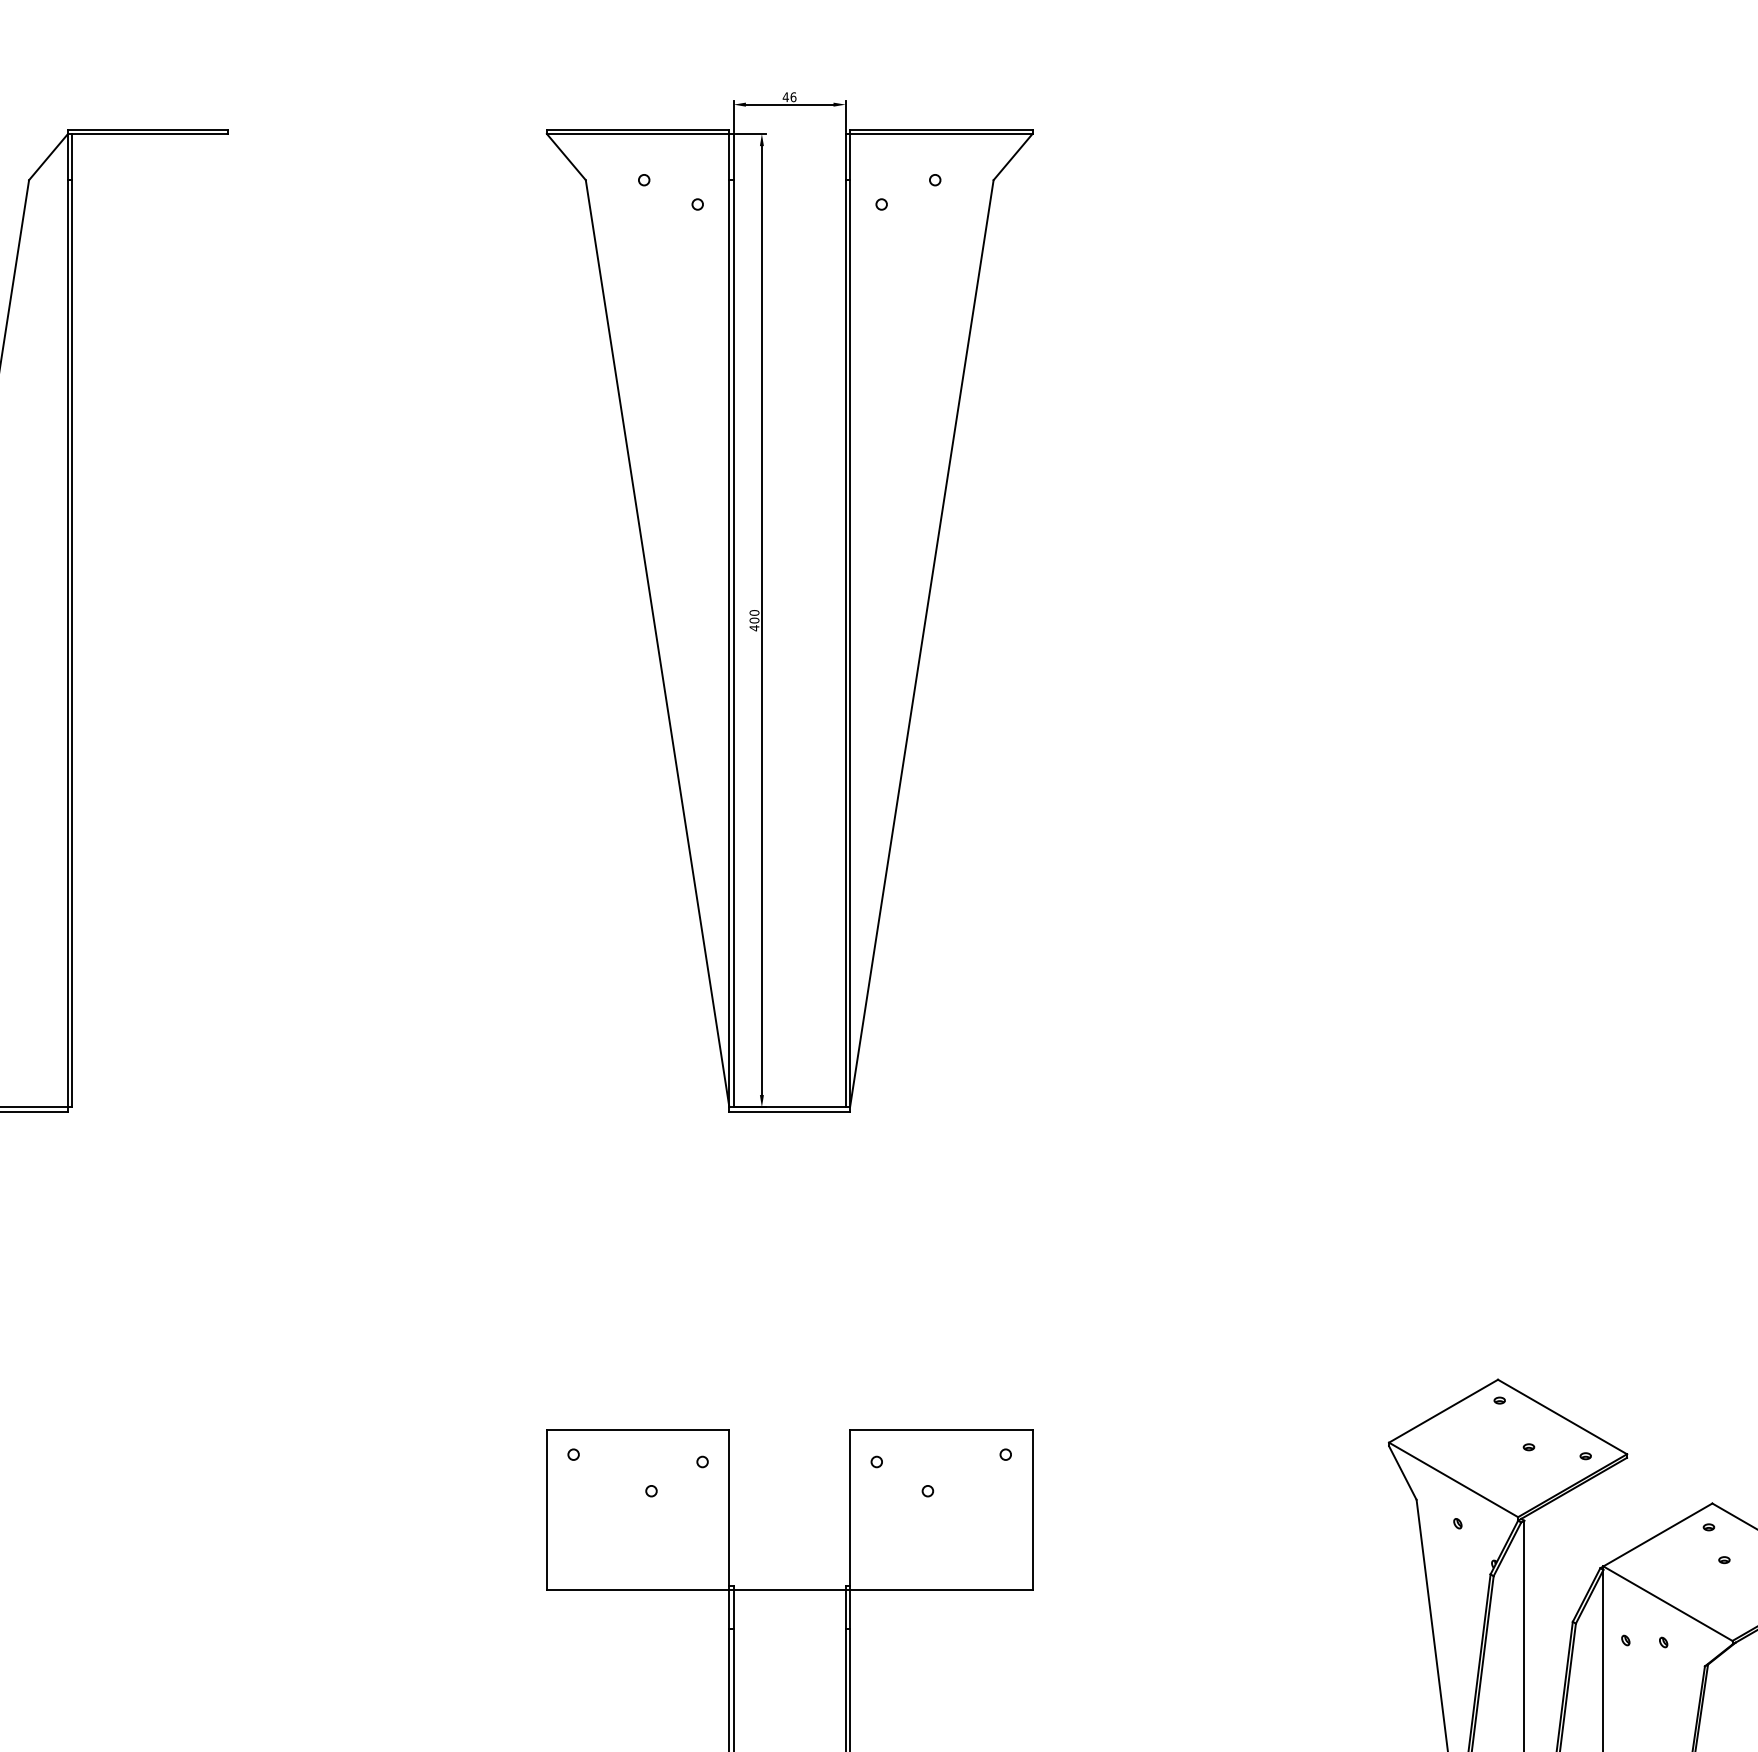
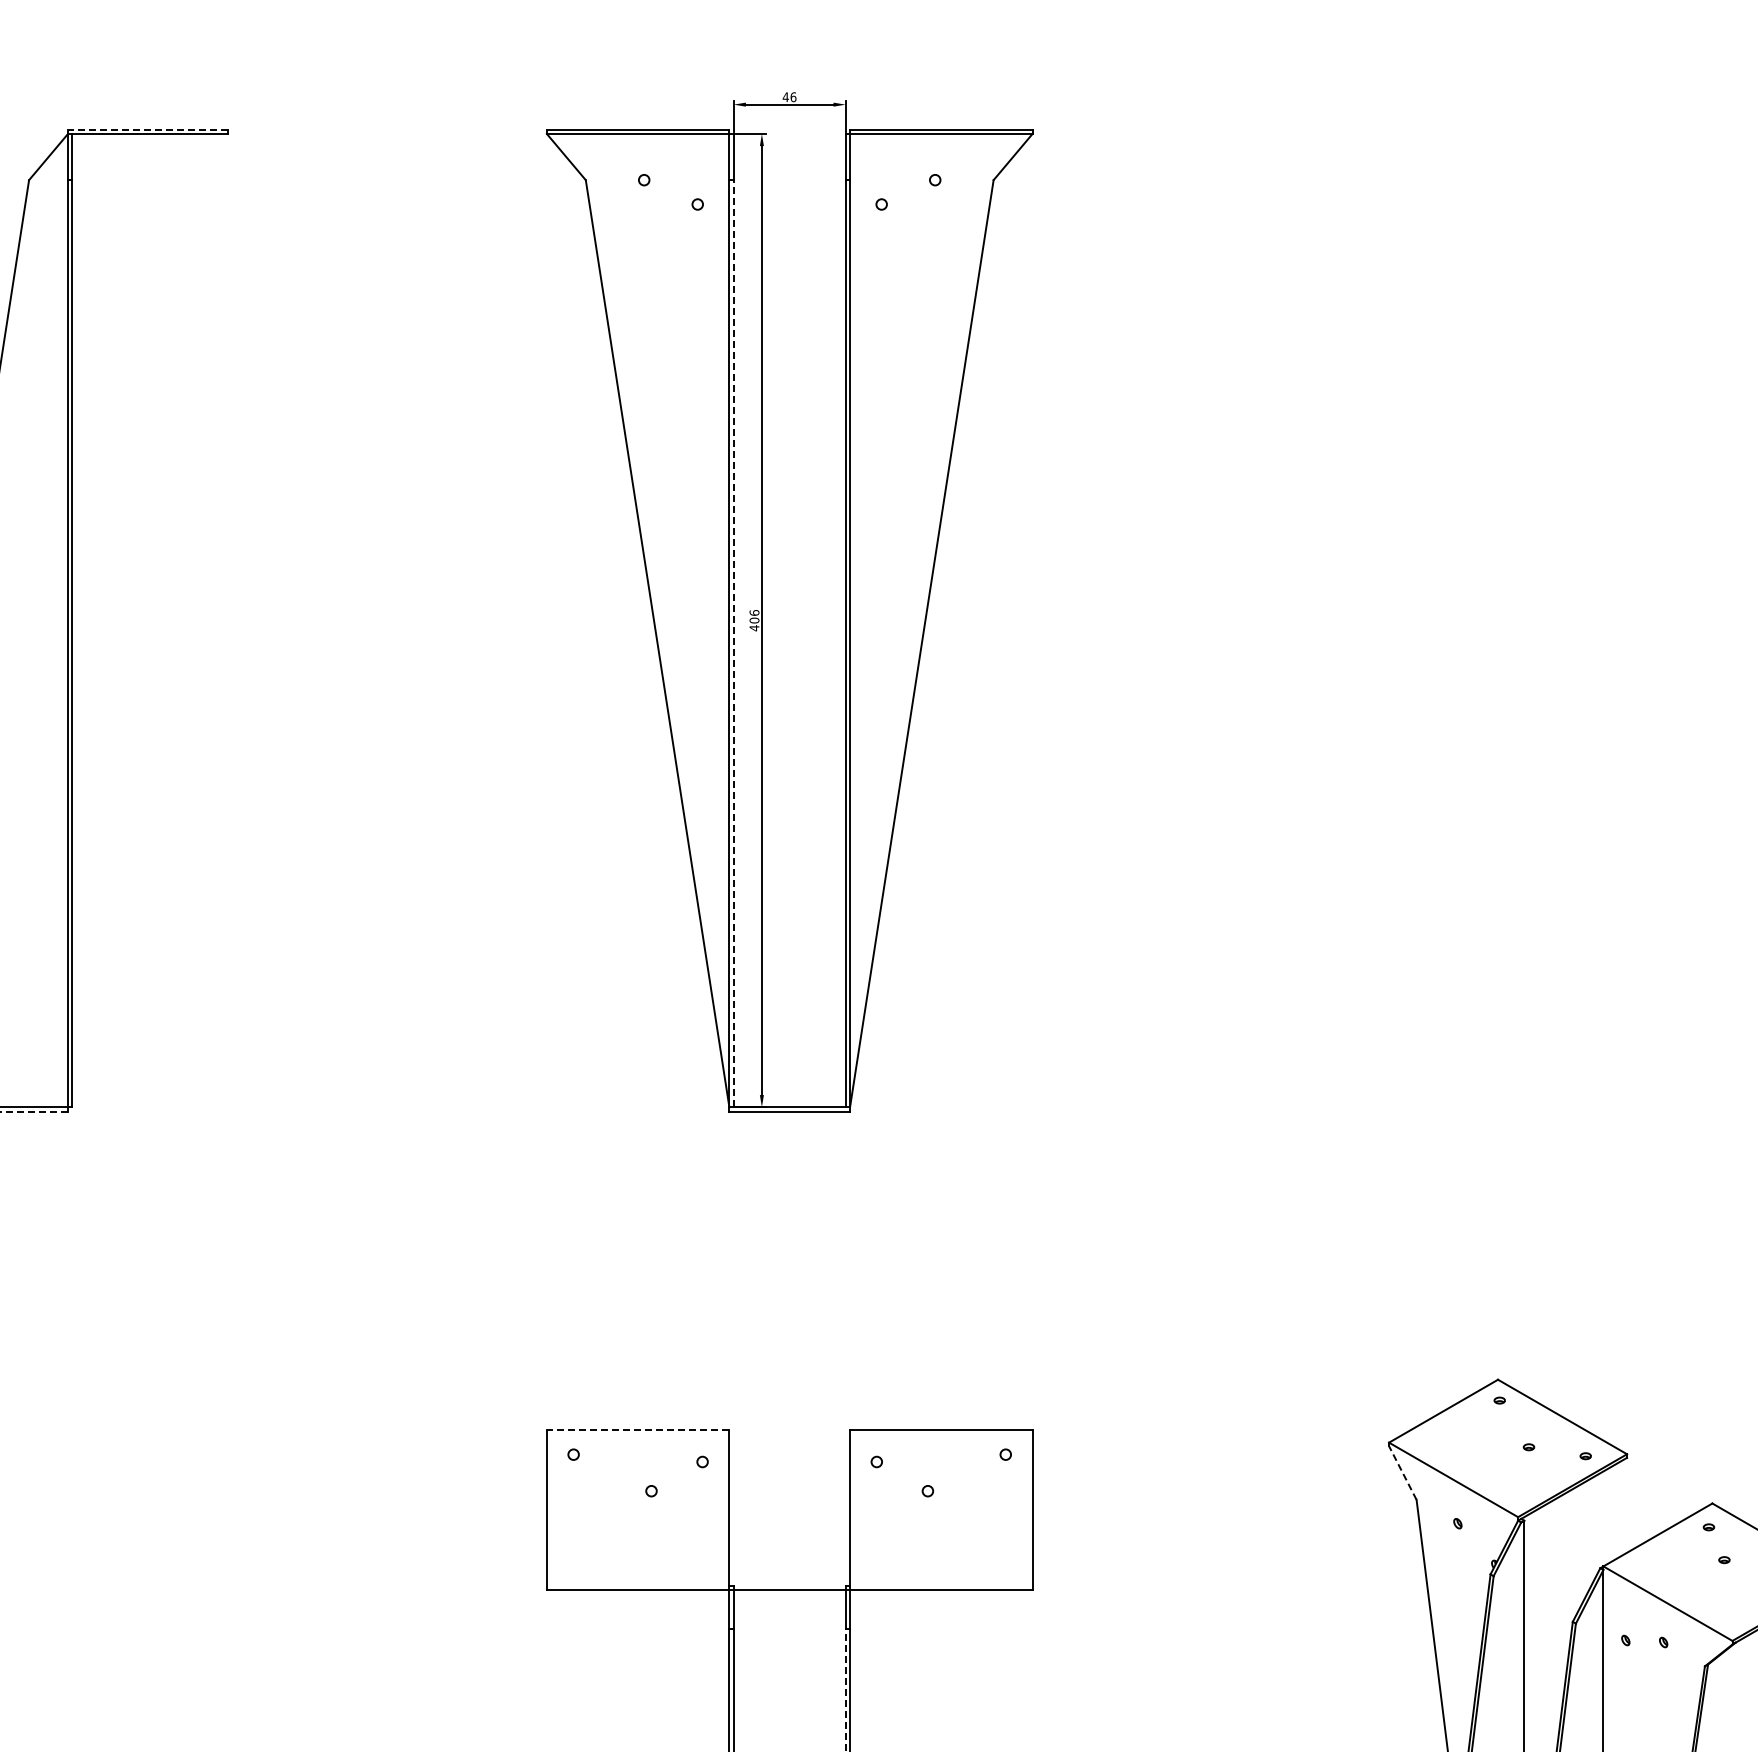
line at (147, 129): solid -> dashed
text at (754, 612): 400 -> 406
line at (733, 643): solid -> dashed
line at (34, 1111): solid -> dashed
line at (637, 1430): solid -> dashed
line at (1402, 1472): solid -> dashed
line at (845, 1690): solid -> dashed
